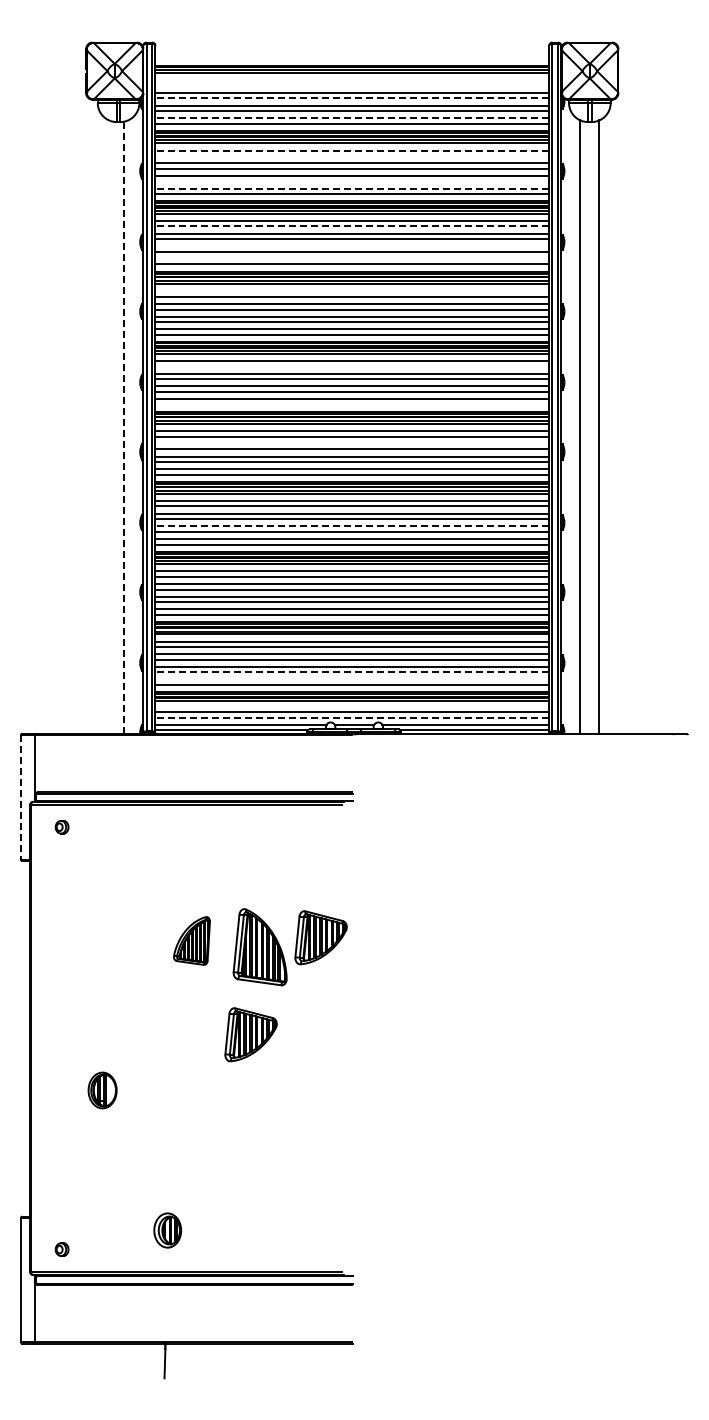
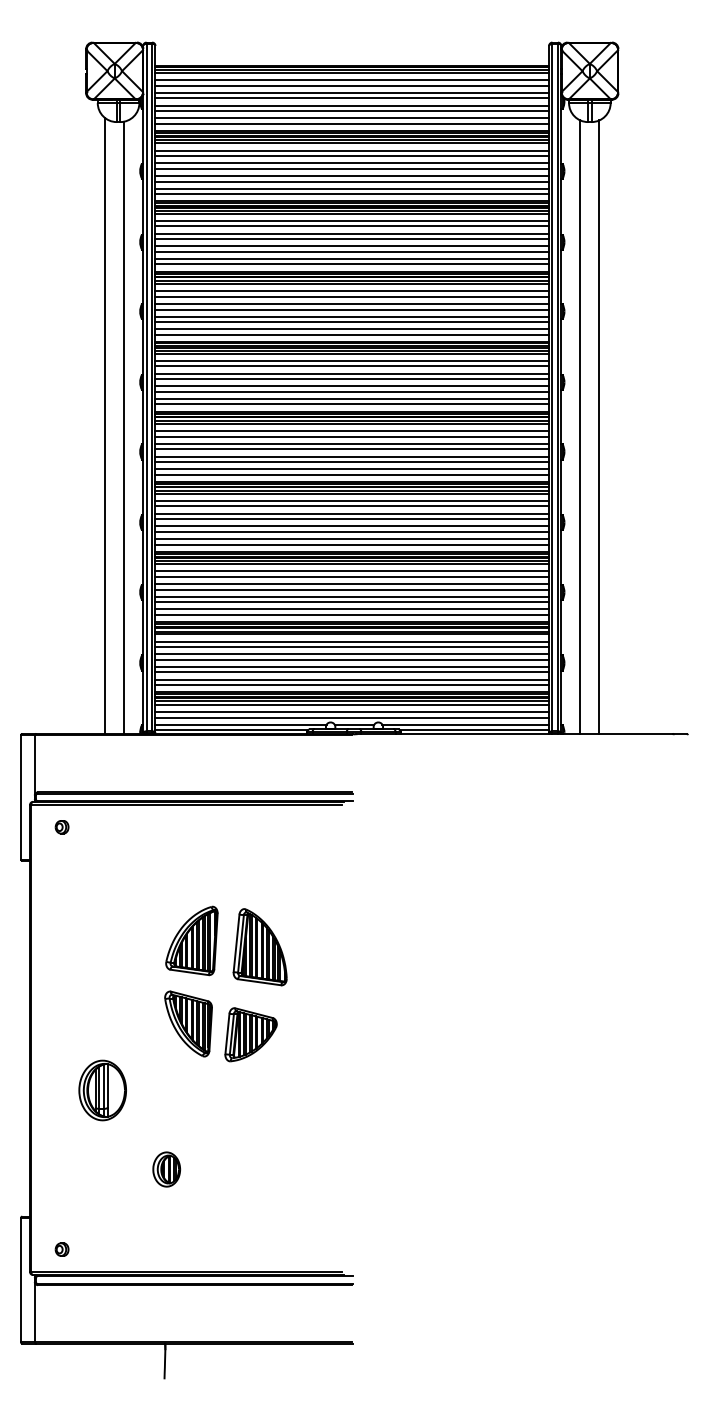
line at (352, 80): none -> present
line at (352, 85): none -> present
line at (352, 98): dashed -> solid
line at (352, 118): dashed -> solid
line at (352, 150): dashed -> solid
line at (352, 156): none -> present
line at (352, 181): none -> present
line at (352, 188): dashed -> solid
line at (352, 226): dashed -> solid
line at (352, 246): none -> present
line at (352, 258): none -> present
line at (352, 291): none -> present
line at (352, 366): none -> present
line at (352, 404): none -> present
line at (105, 425): none -> present
line at (124, 427): dashed -> solid
line at (352, 444): none -> present
line at (352, 526): dashed -> solid
line at (352, 672): dashed -> solid
line at (352, 679): none -> present
line at (352, 704): none -> present
line at (352, 717): dashed -> solid
line at (21, 797): dashed -> solid
part at (320, 937): present -> none
part at (191, 940) size: 38x50 px -> 54x72 px
part at (188, 1023): none -> present
part at (102, 1090) size: 31x39 px -> 49x63 px
part at (167, 1230) position: (167, 1230) -> (166, 1169)
